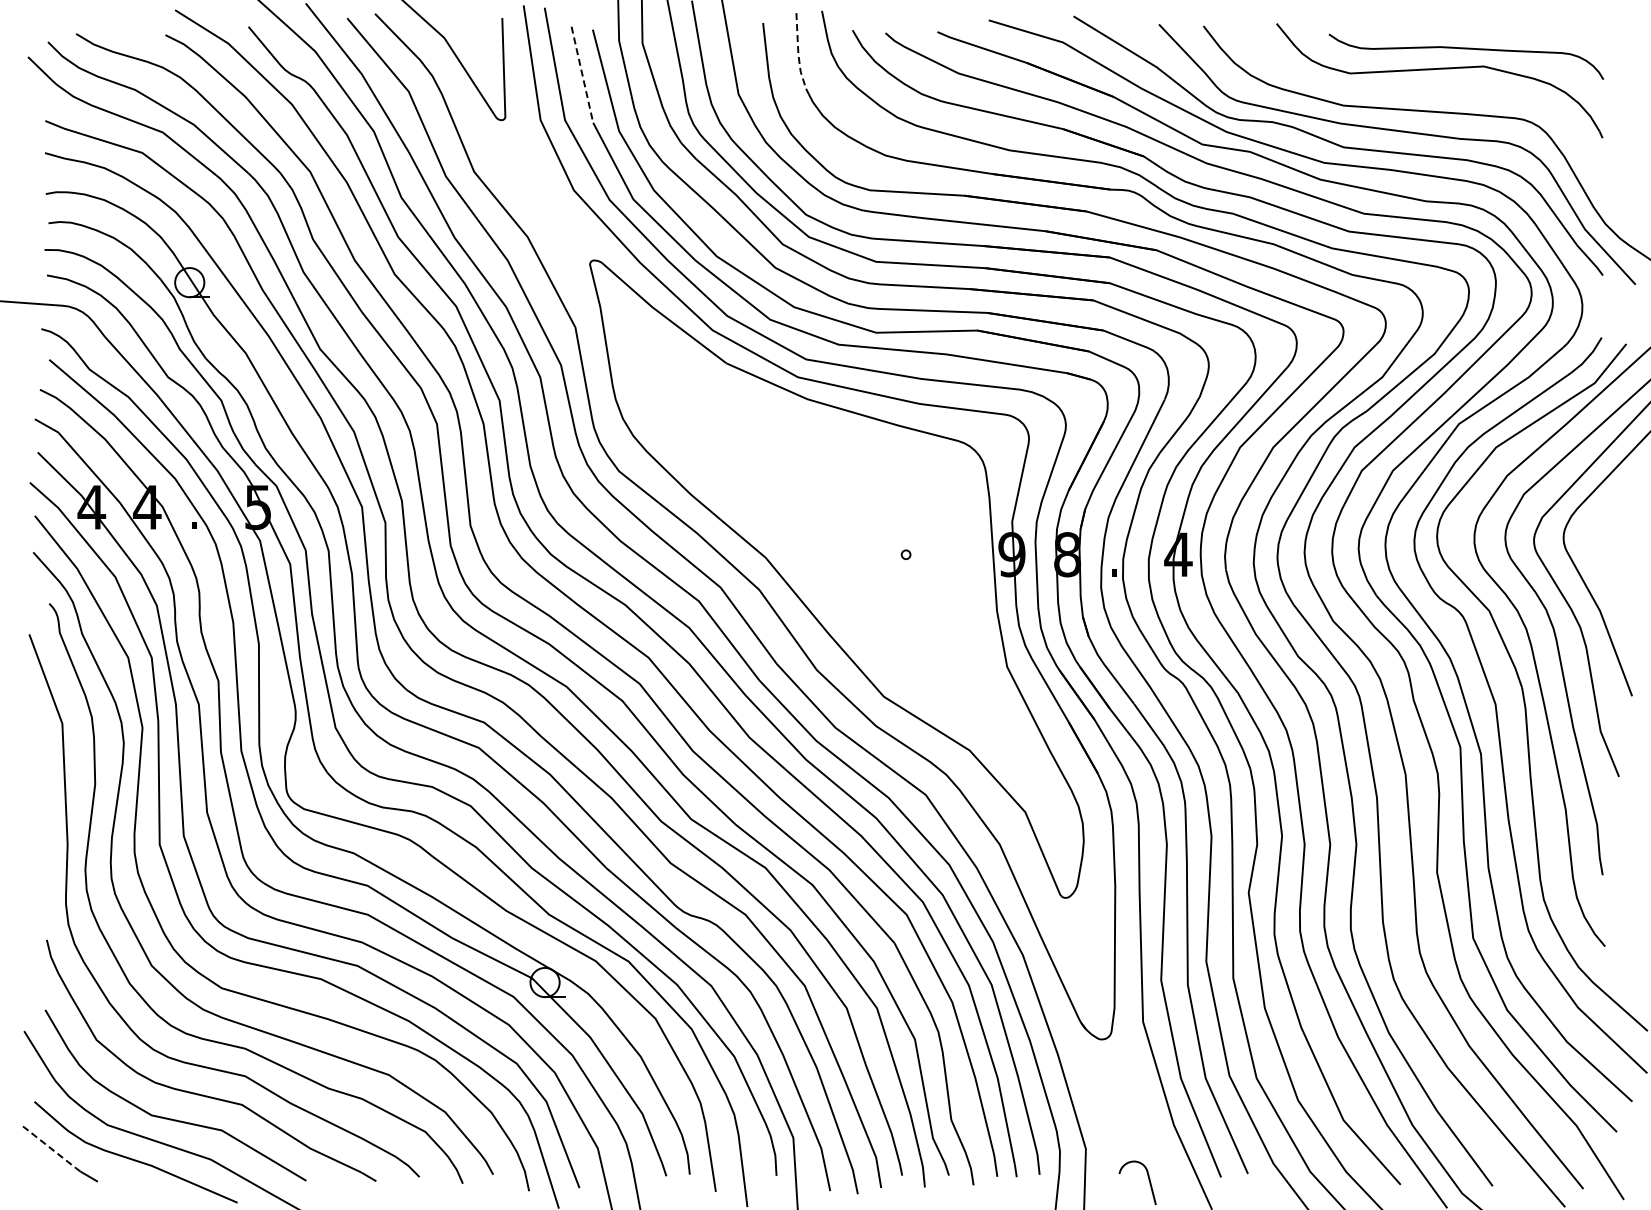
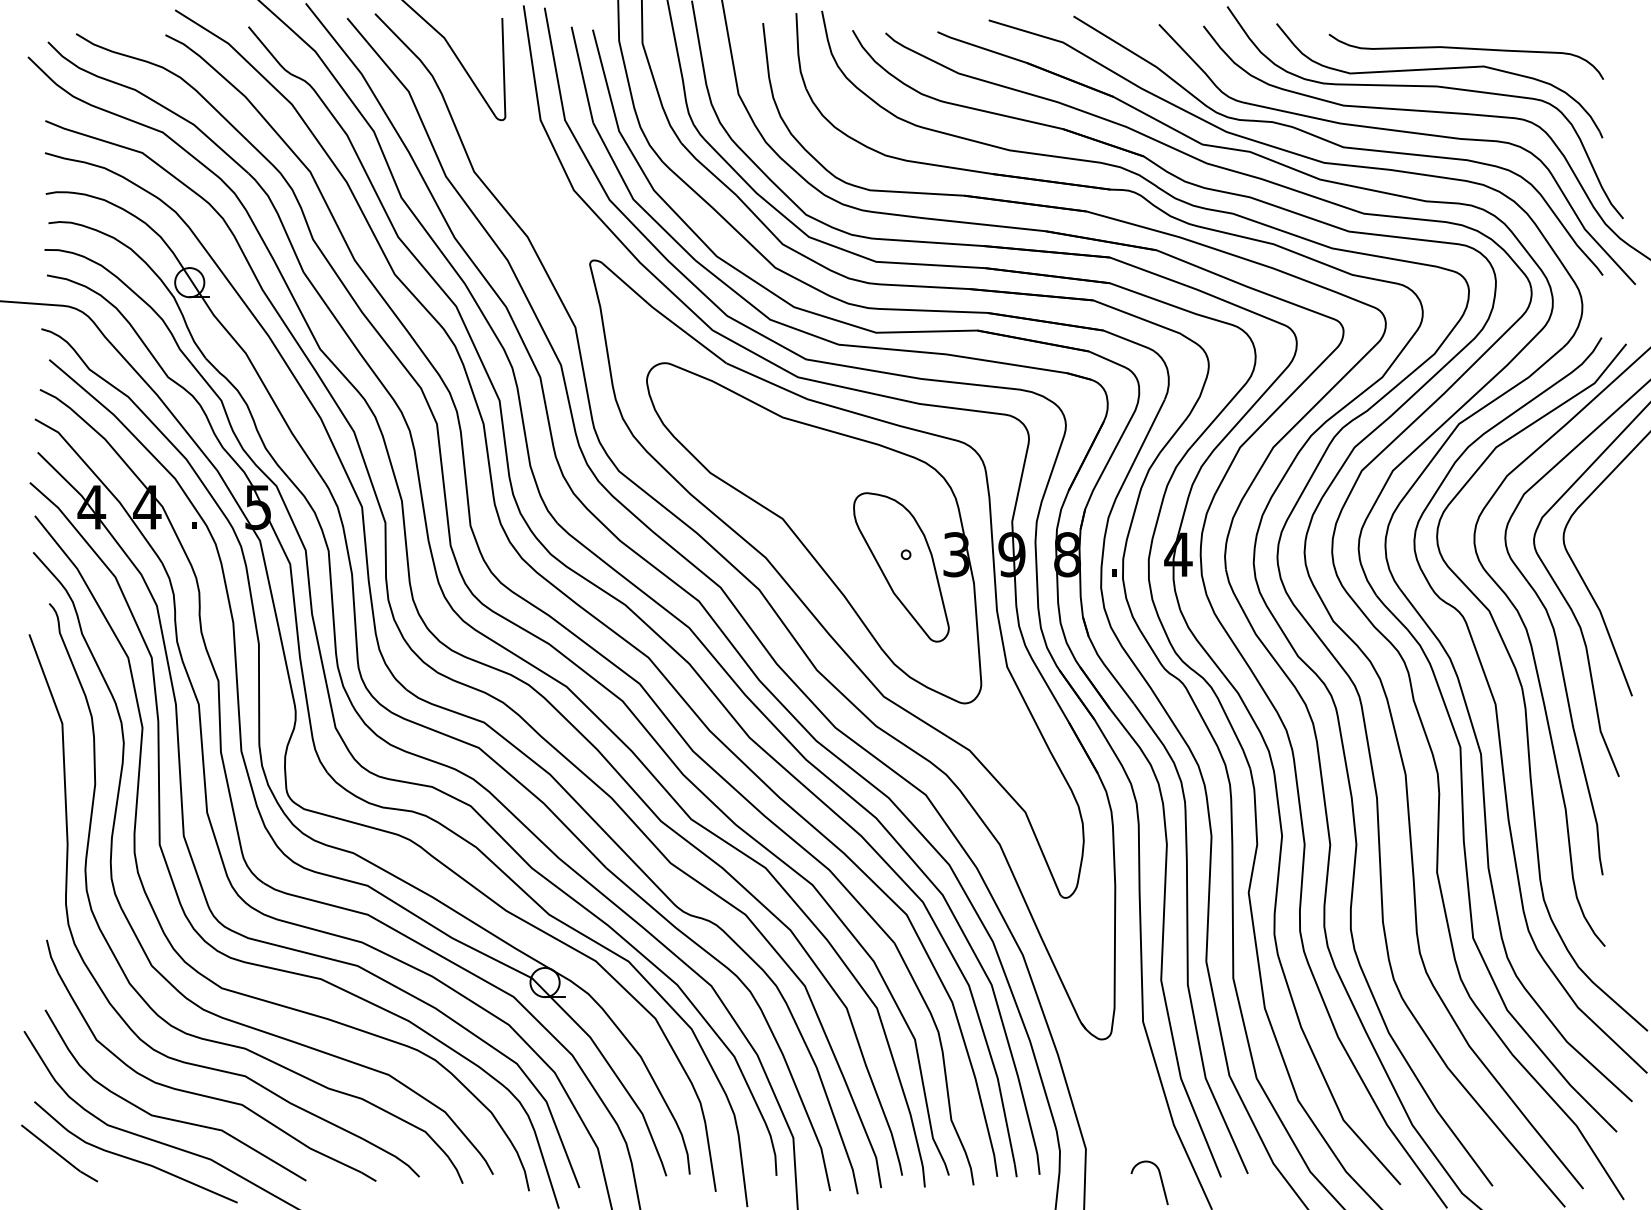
line at (798, 52): dashed -> solid
line at (582, 75): dashed -> solid
curve at (1424, 87): none -> present
part at (814, 533): none -> present
line at (50, 1148): dashed -> solid
curve at (1148, 1180) position: (1148, 1180) -> (1160, 1180)
